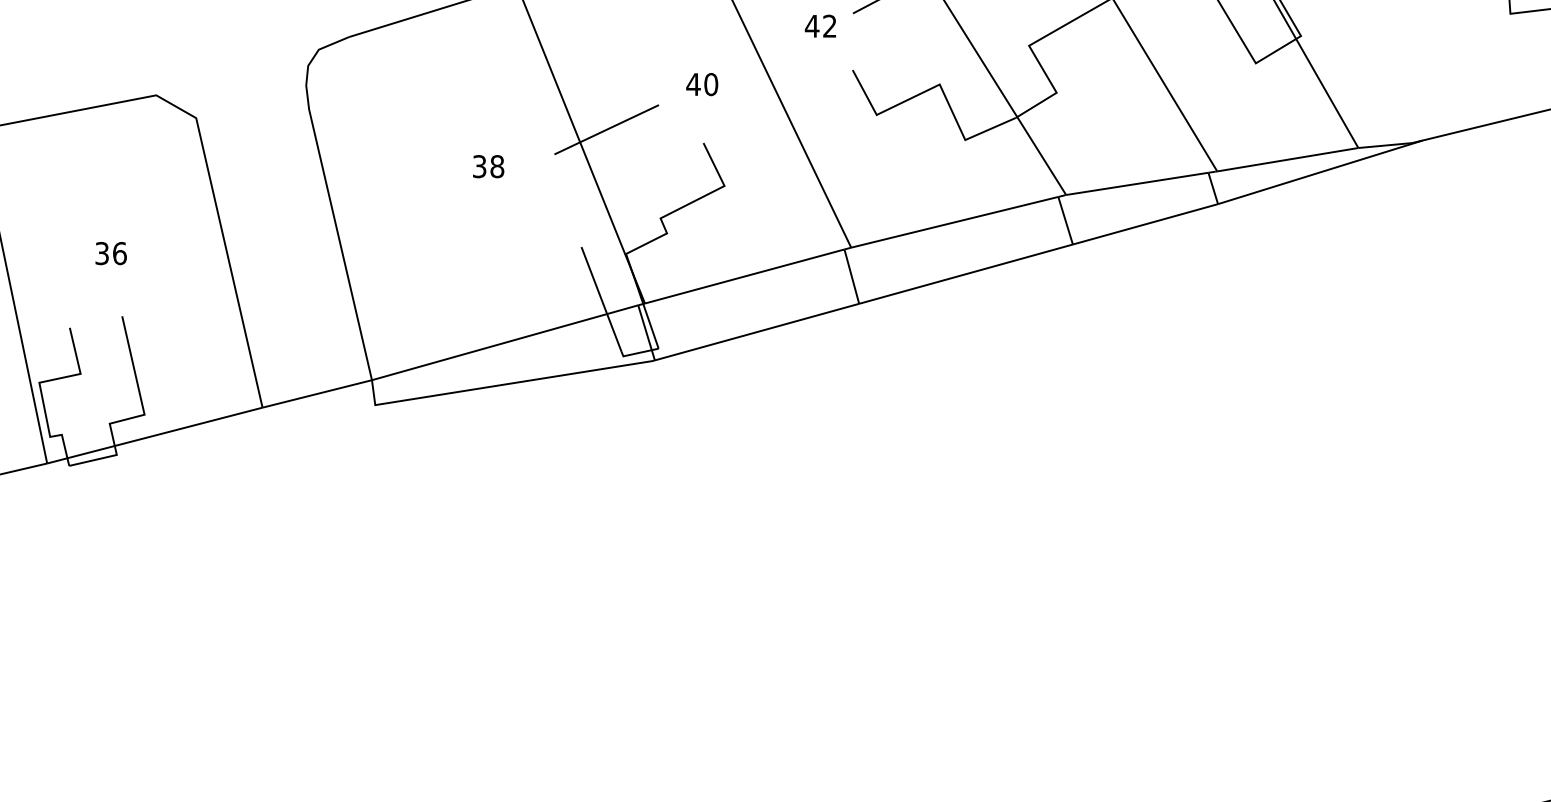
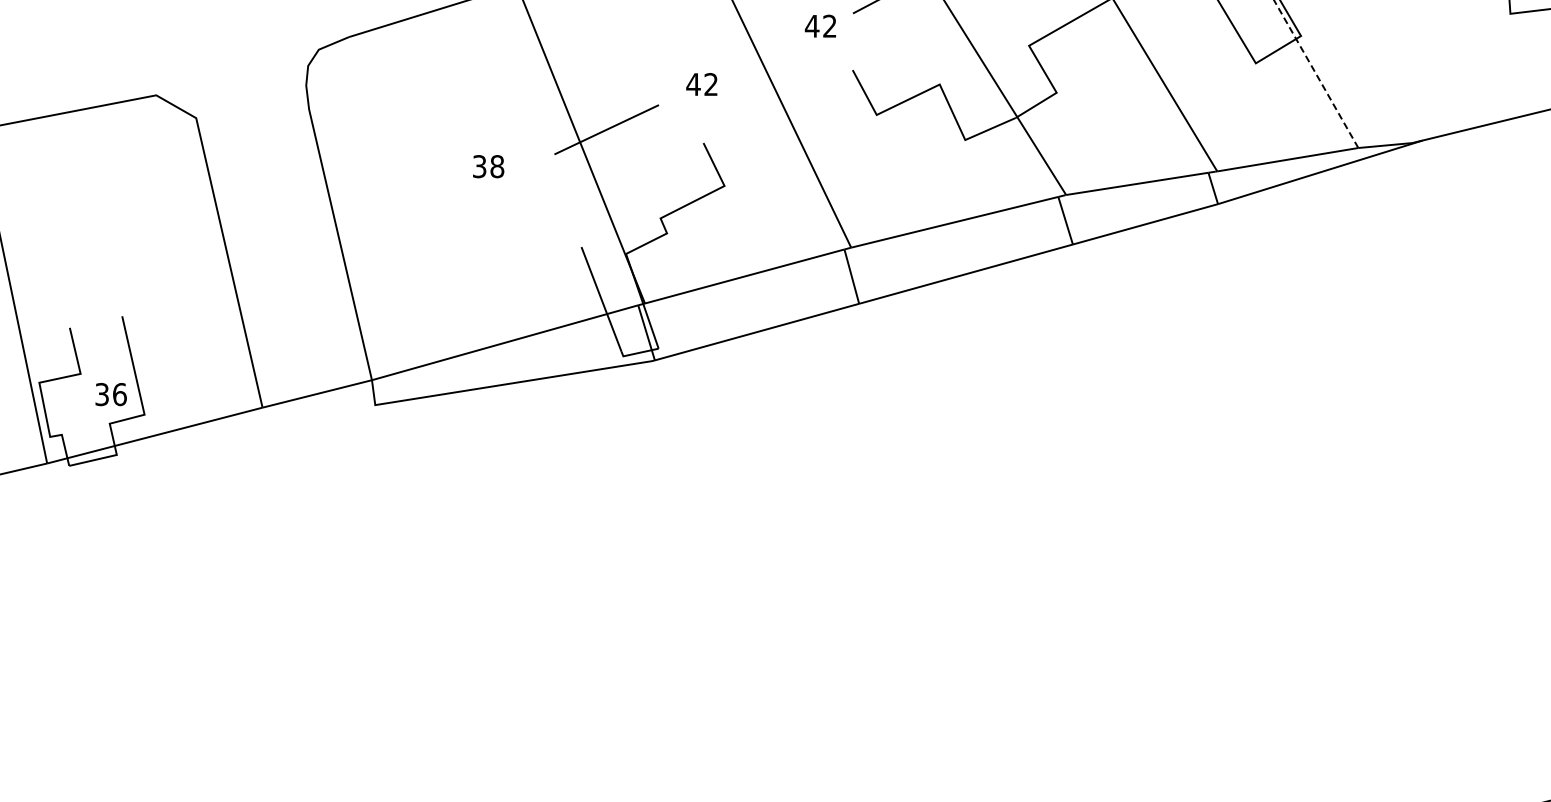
line at (1316, 74): solid -> dashed
text at (711, 84): 40 -> 42
text at (110, 253) position: (110, 253) -> (110, 394)
